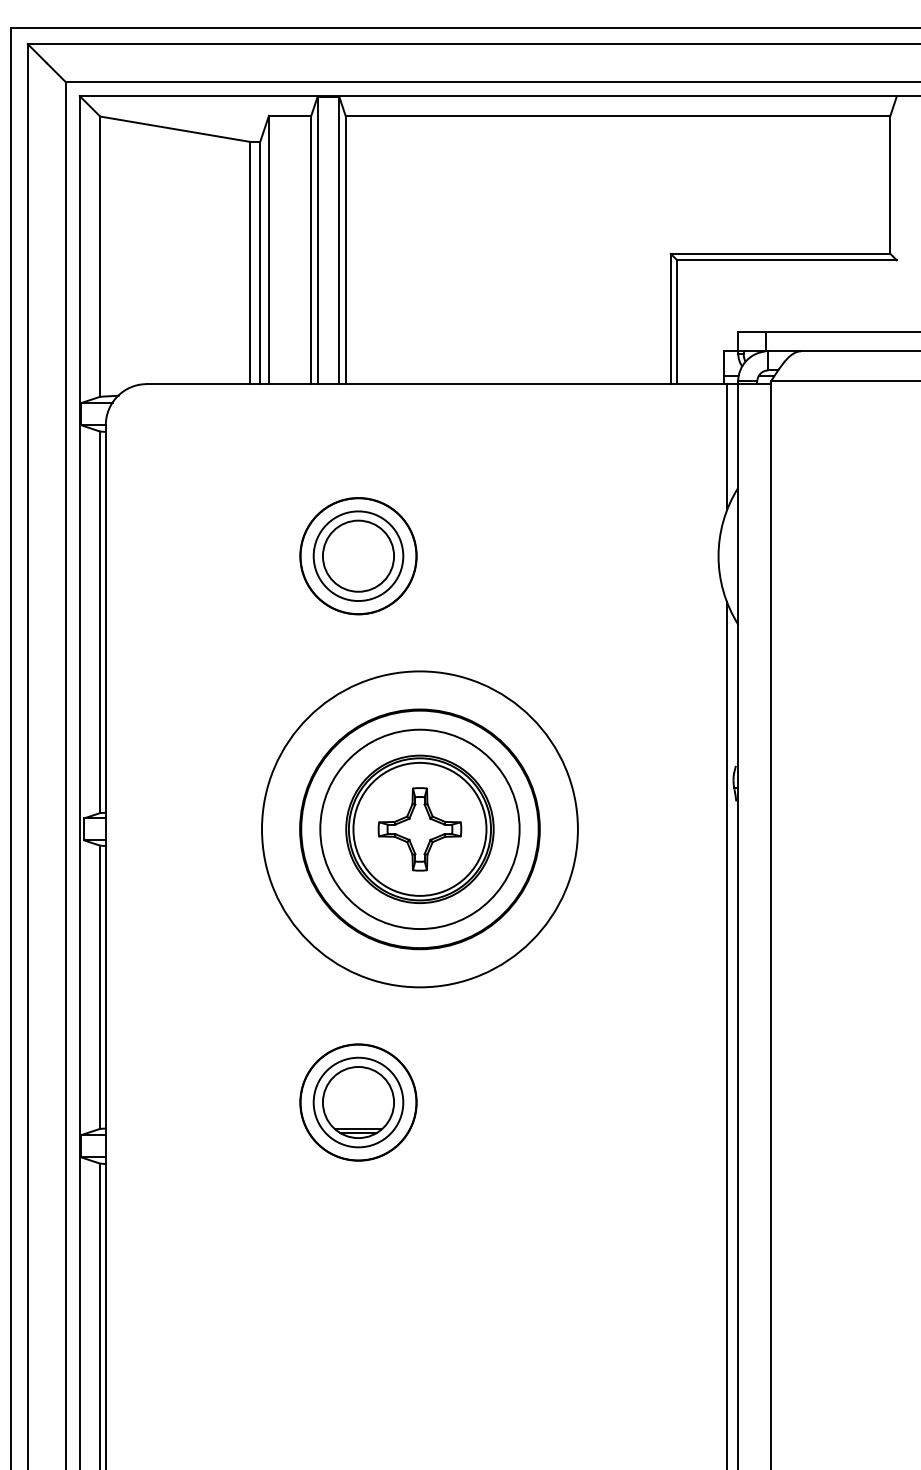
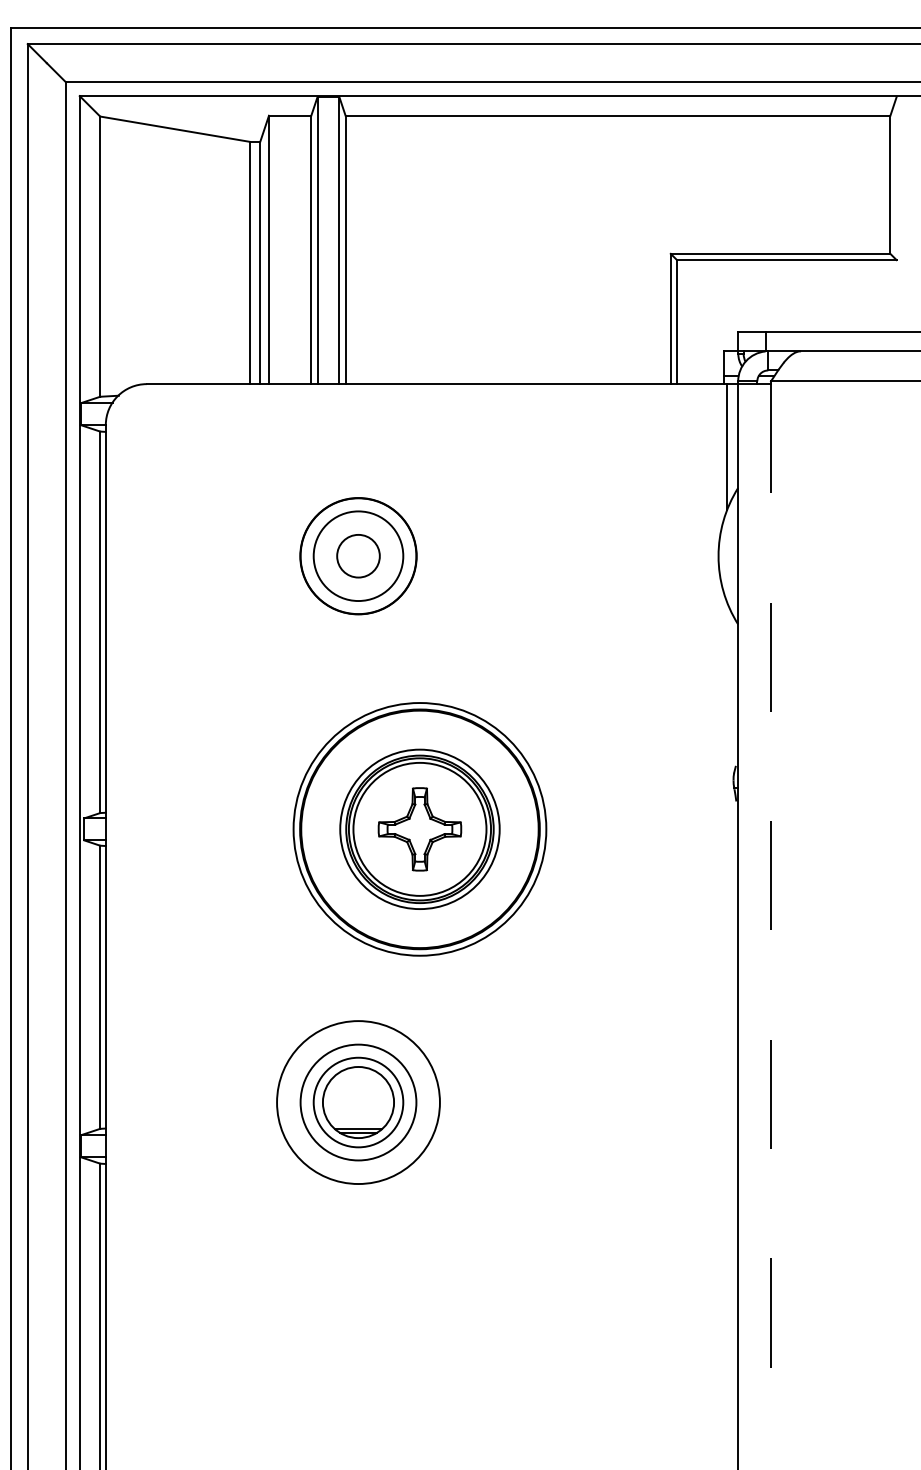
circle at (358, 555) diameter: 71 px -> 43 px
circle at (419, 829) diameter: 199 px -> 159 px
circle at (419, 829) diameter: 316 px -> 253 px
line at (770, 927): solid -> dashed
line at (727, 1034): present -> none
circle at (358, 1102) diameter: 116 px -> 163 px
